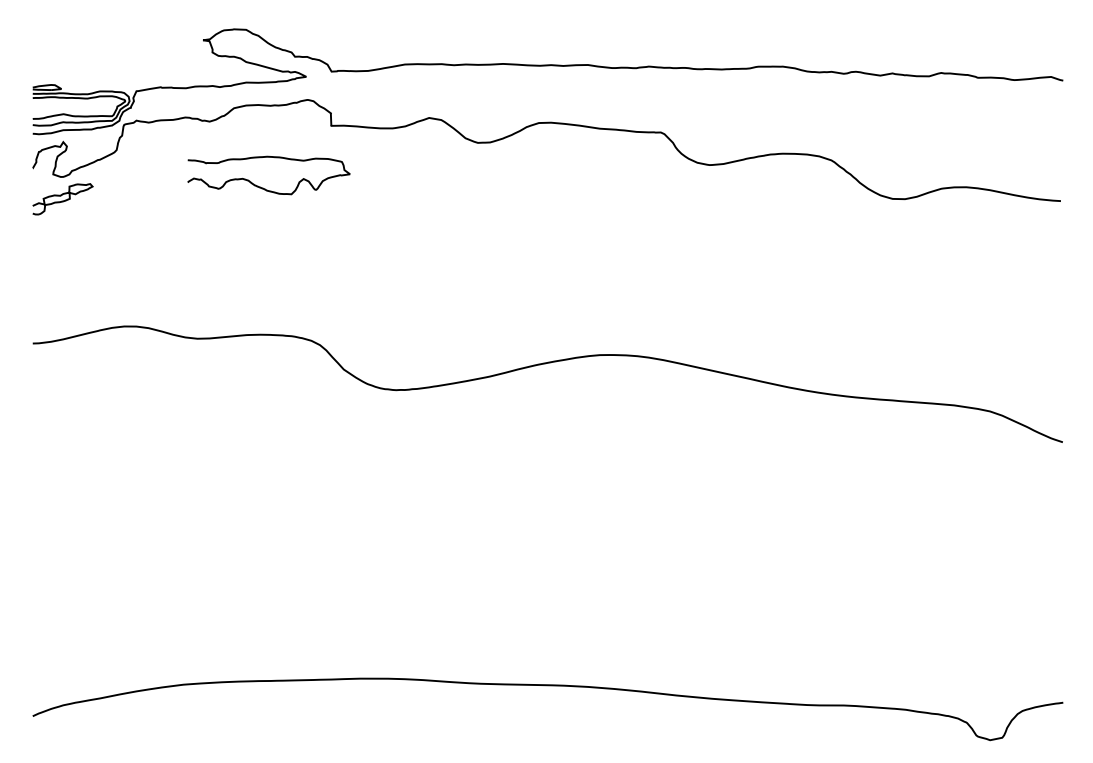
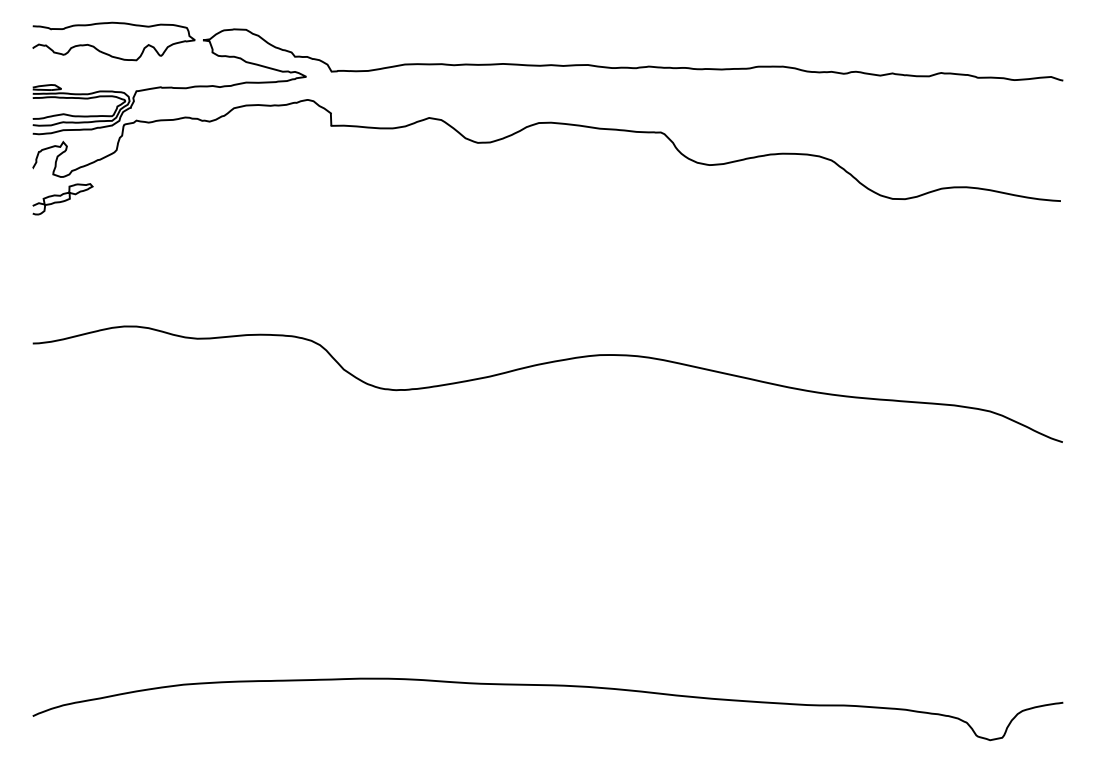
part at (263, 187) position: (263, 187) -> (108, 53)
